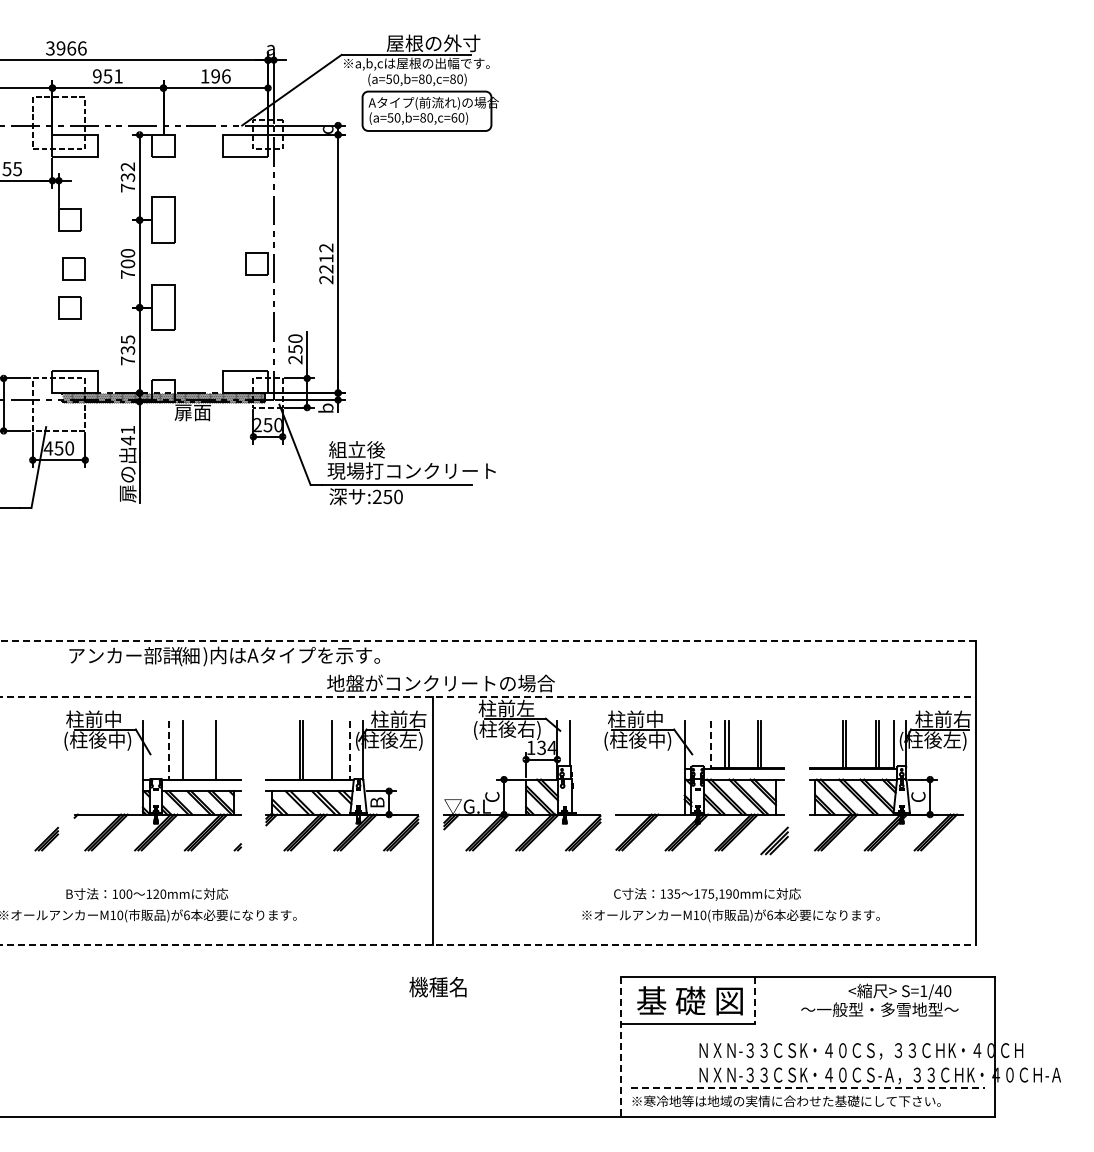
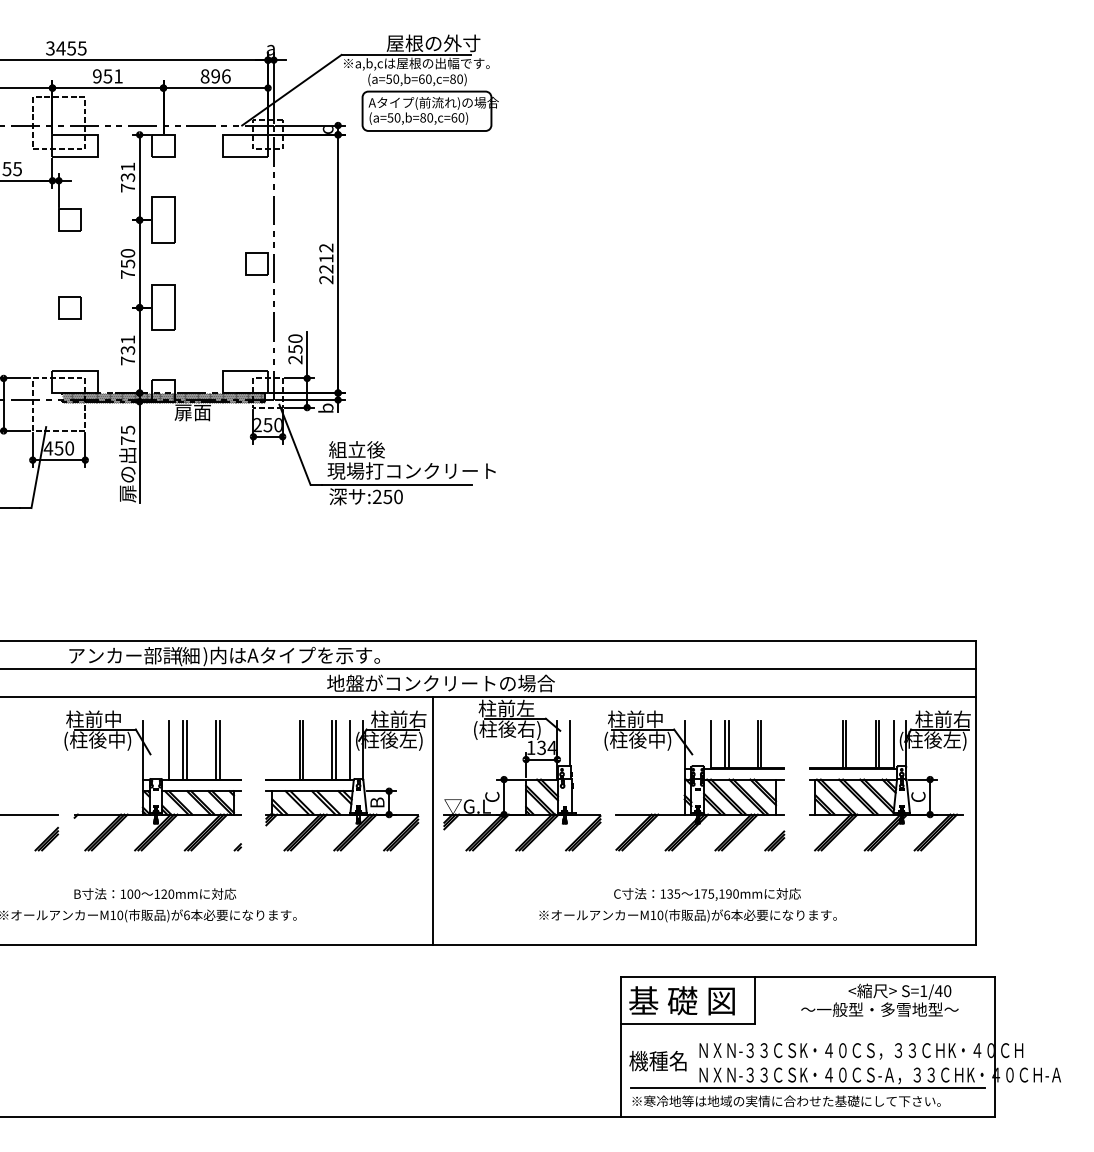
text at (71, 48): 3966 -> 3455
text at (204, 76): 196 -> 896
text at (421, 78): (a=50,b=80,c=80) -> (a=50,b=60,c=80)
text at (127, 166): 732 -> 731
text at (127, 263): 700 -> 750
part at (73, 268): present -> none
text at (128, 339): 735 -> 731
text at (128, 435): 41 -> 75
line at (488, 641): dashed -> solid
line at (488, 669): none -> present
line at (488, 697): dashed -> solid
line at (710, 744): dashed -> solid
line at (168, 750): dashed -> solid
line at (186, 750): none -> present
line at (219, 750): none -> present
line at (335, 750): none -> present
line at (350, 750): dashed -> solid
line at (30, 814): none -> present
part at (774, 840) size: 29x30 px -> 22x22 px
text at (147, 893) position: (147, 893) -> (155, 893)
text at (730, 915) position: (730, 915) -> (687, 915)
line at (488, 944): dashed -> solid
text at (437, 986) position: (437, 986) -> (657, 1060)
text at (689, 1000) position: (689, 1000) -> (681, 1000)
line at (754, 1001): dashed -> solid
line at (621, 1047): dashed -> solid
line at (808, 1088): dashed -> solid
